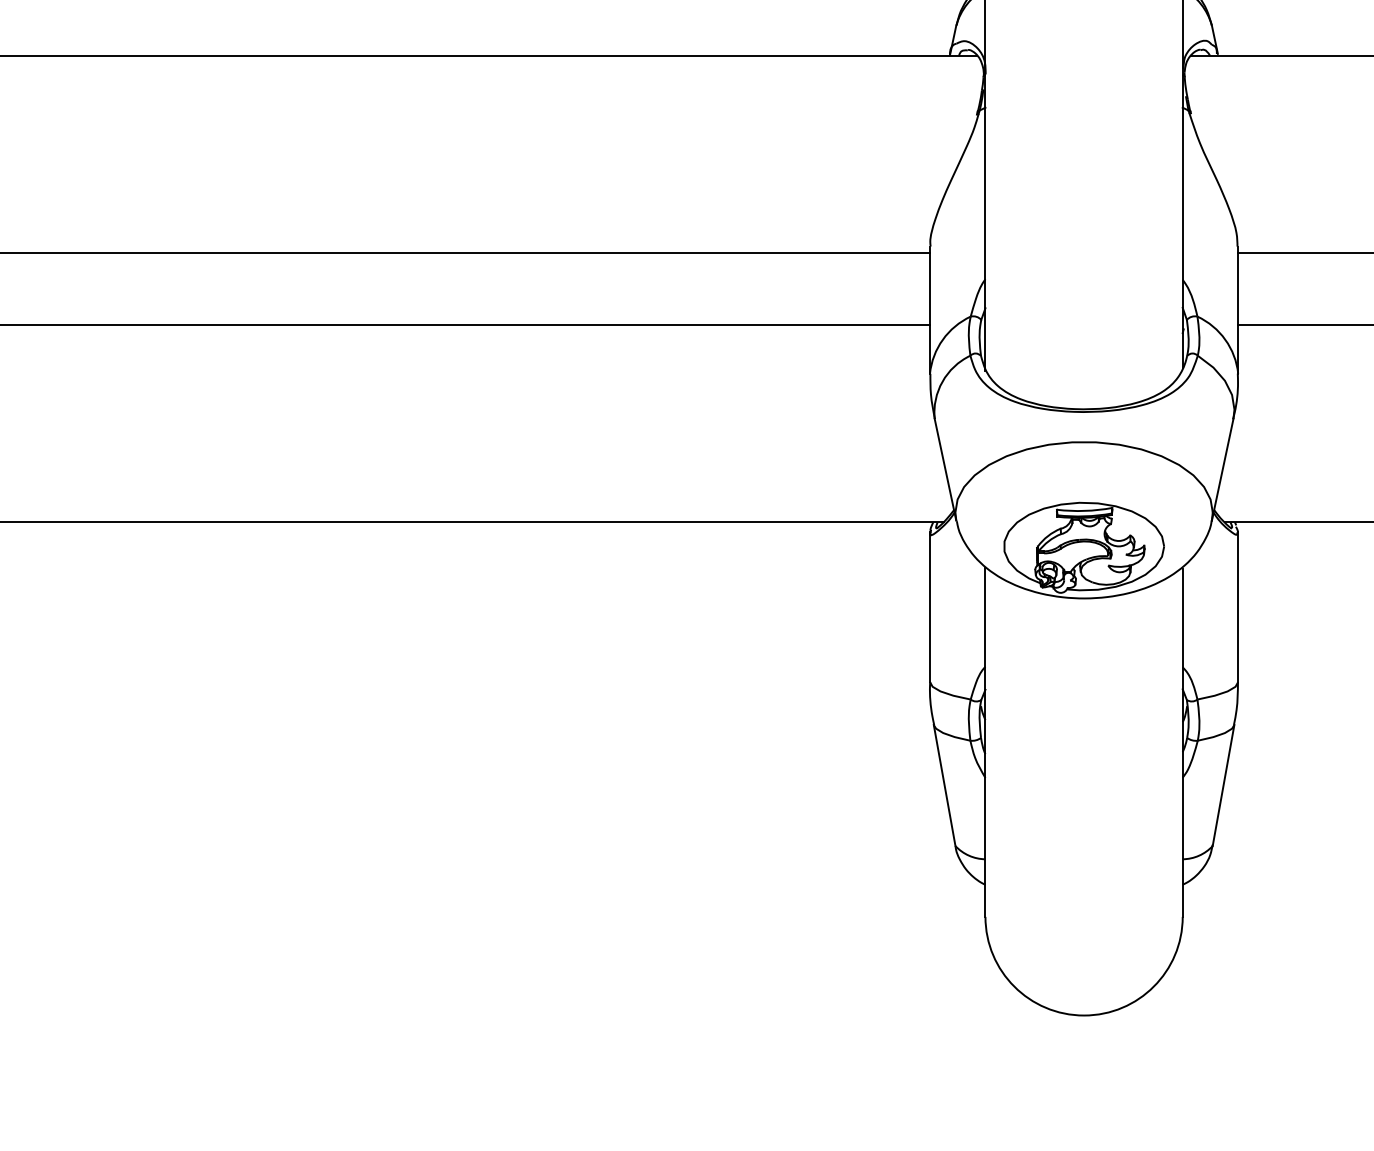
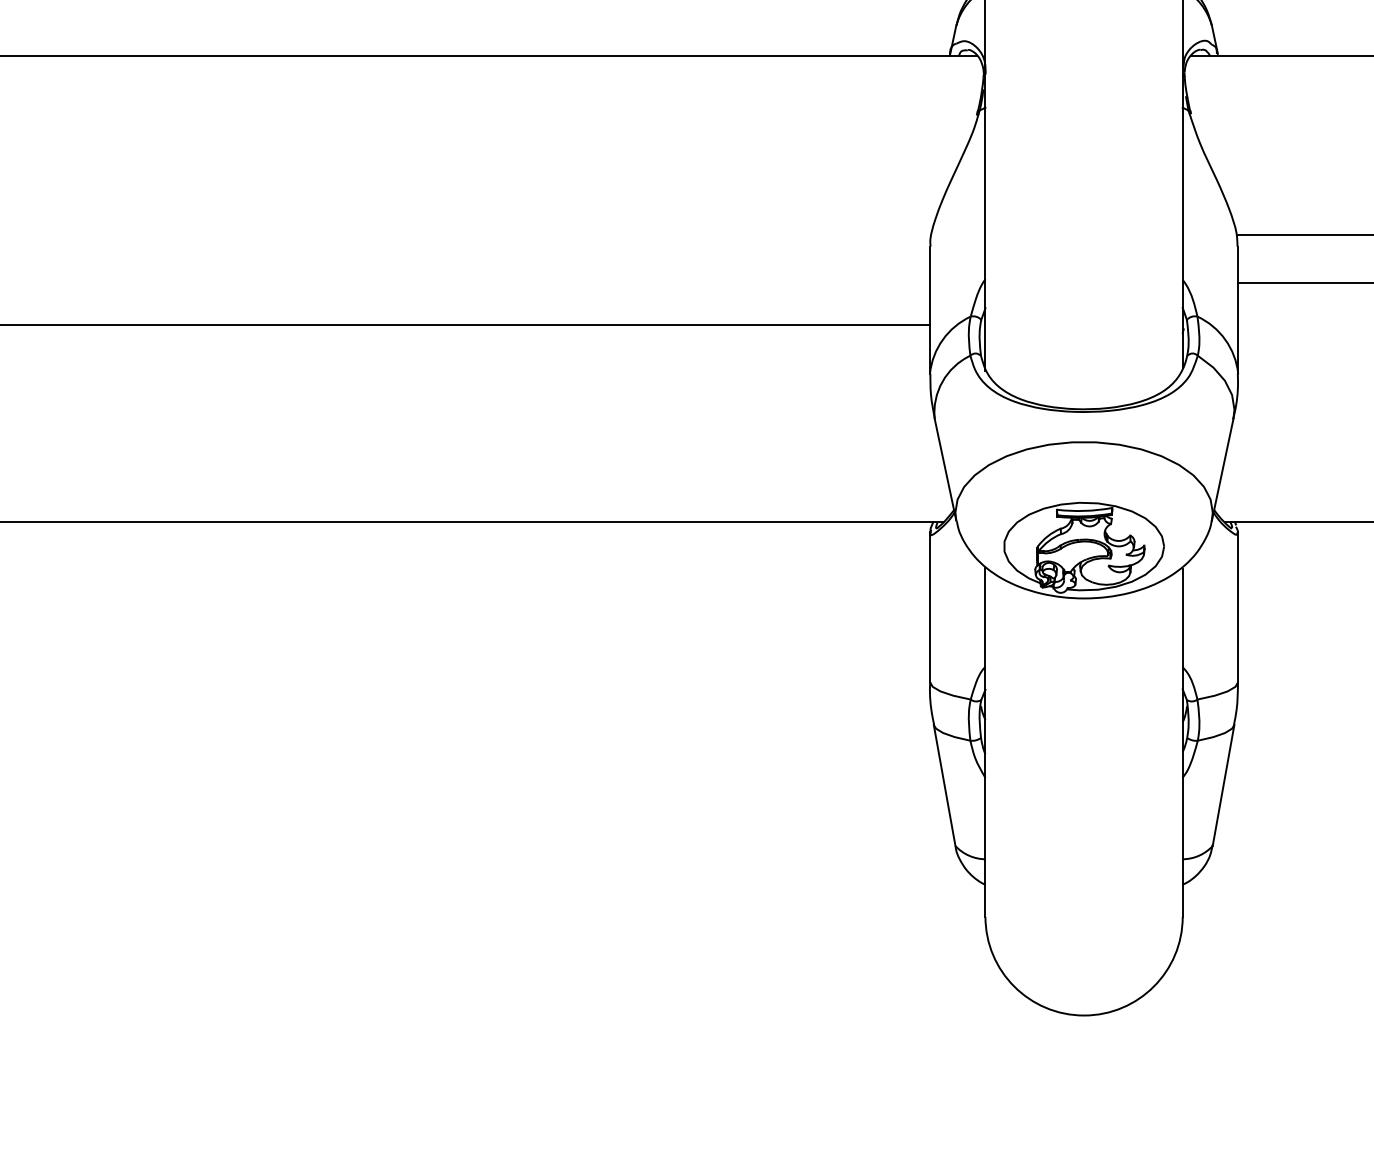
line at (465, 253): present -> none
line at (1304, 253) position: (1304, 253) -> (1304, 235)
line at (1304, 325) position: (1304, 325) -> (1304, 283)
